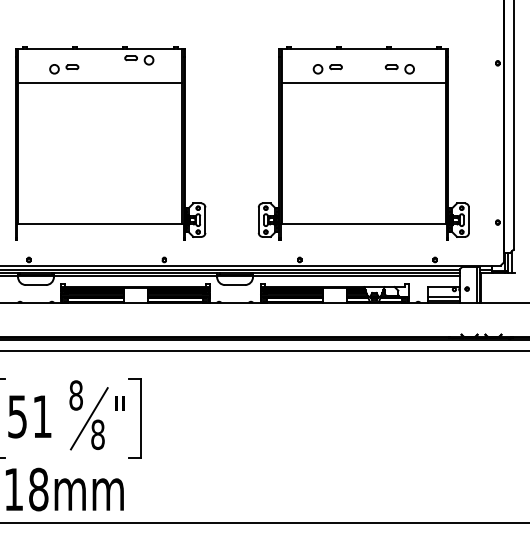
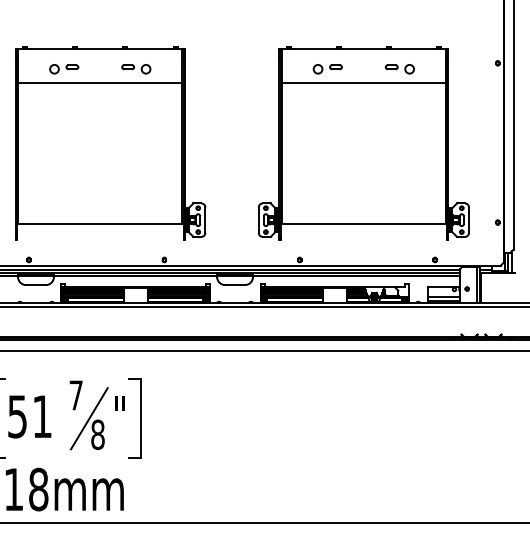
part at (139, 60) position: (139, 60) -> (136, 69)
line at (264, 306): none -> present
text at (75, 395): 8 -> 7
